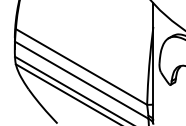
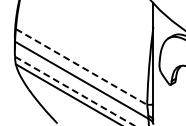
line at (81, 66): solid -> dashed
line at (75, 91): solid -> dashed
